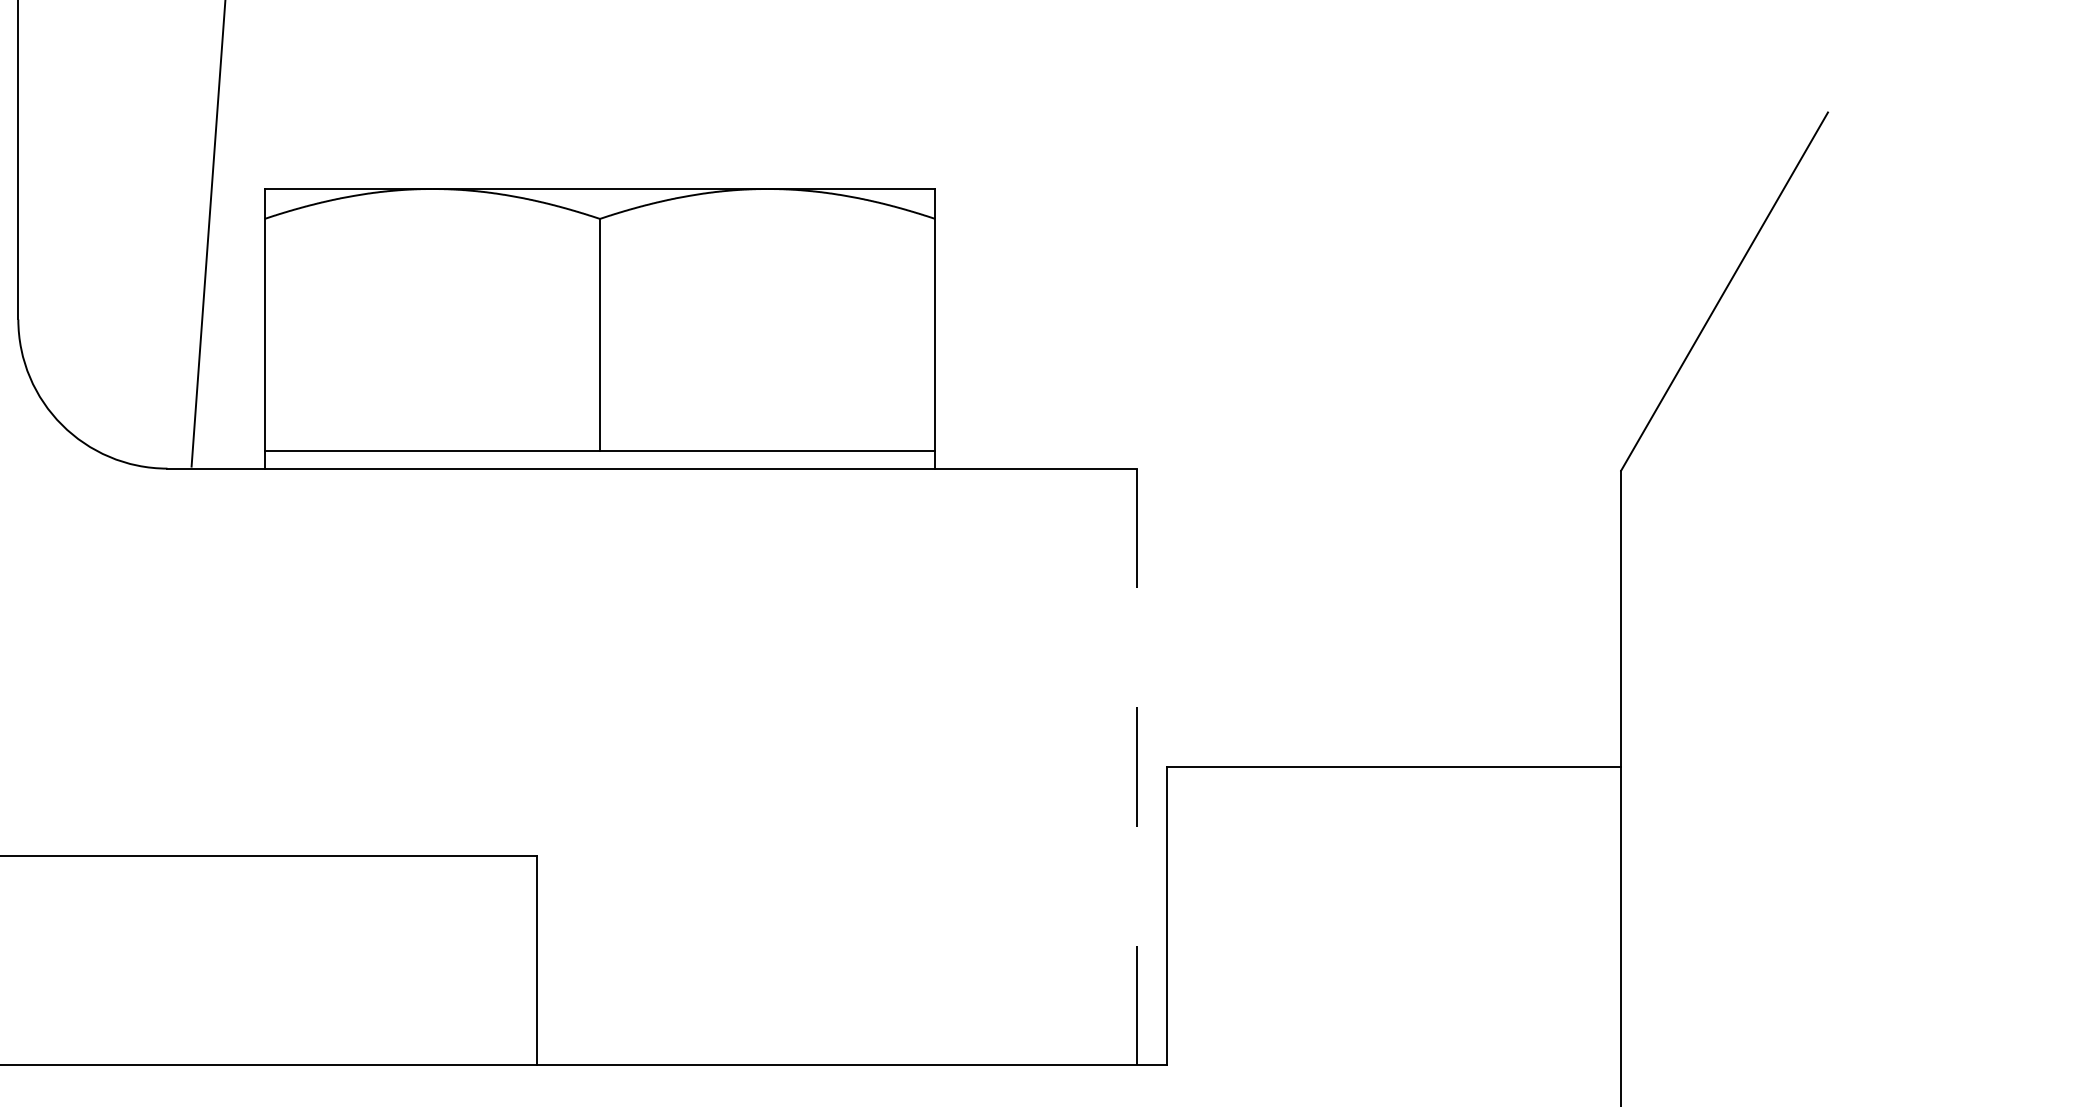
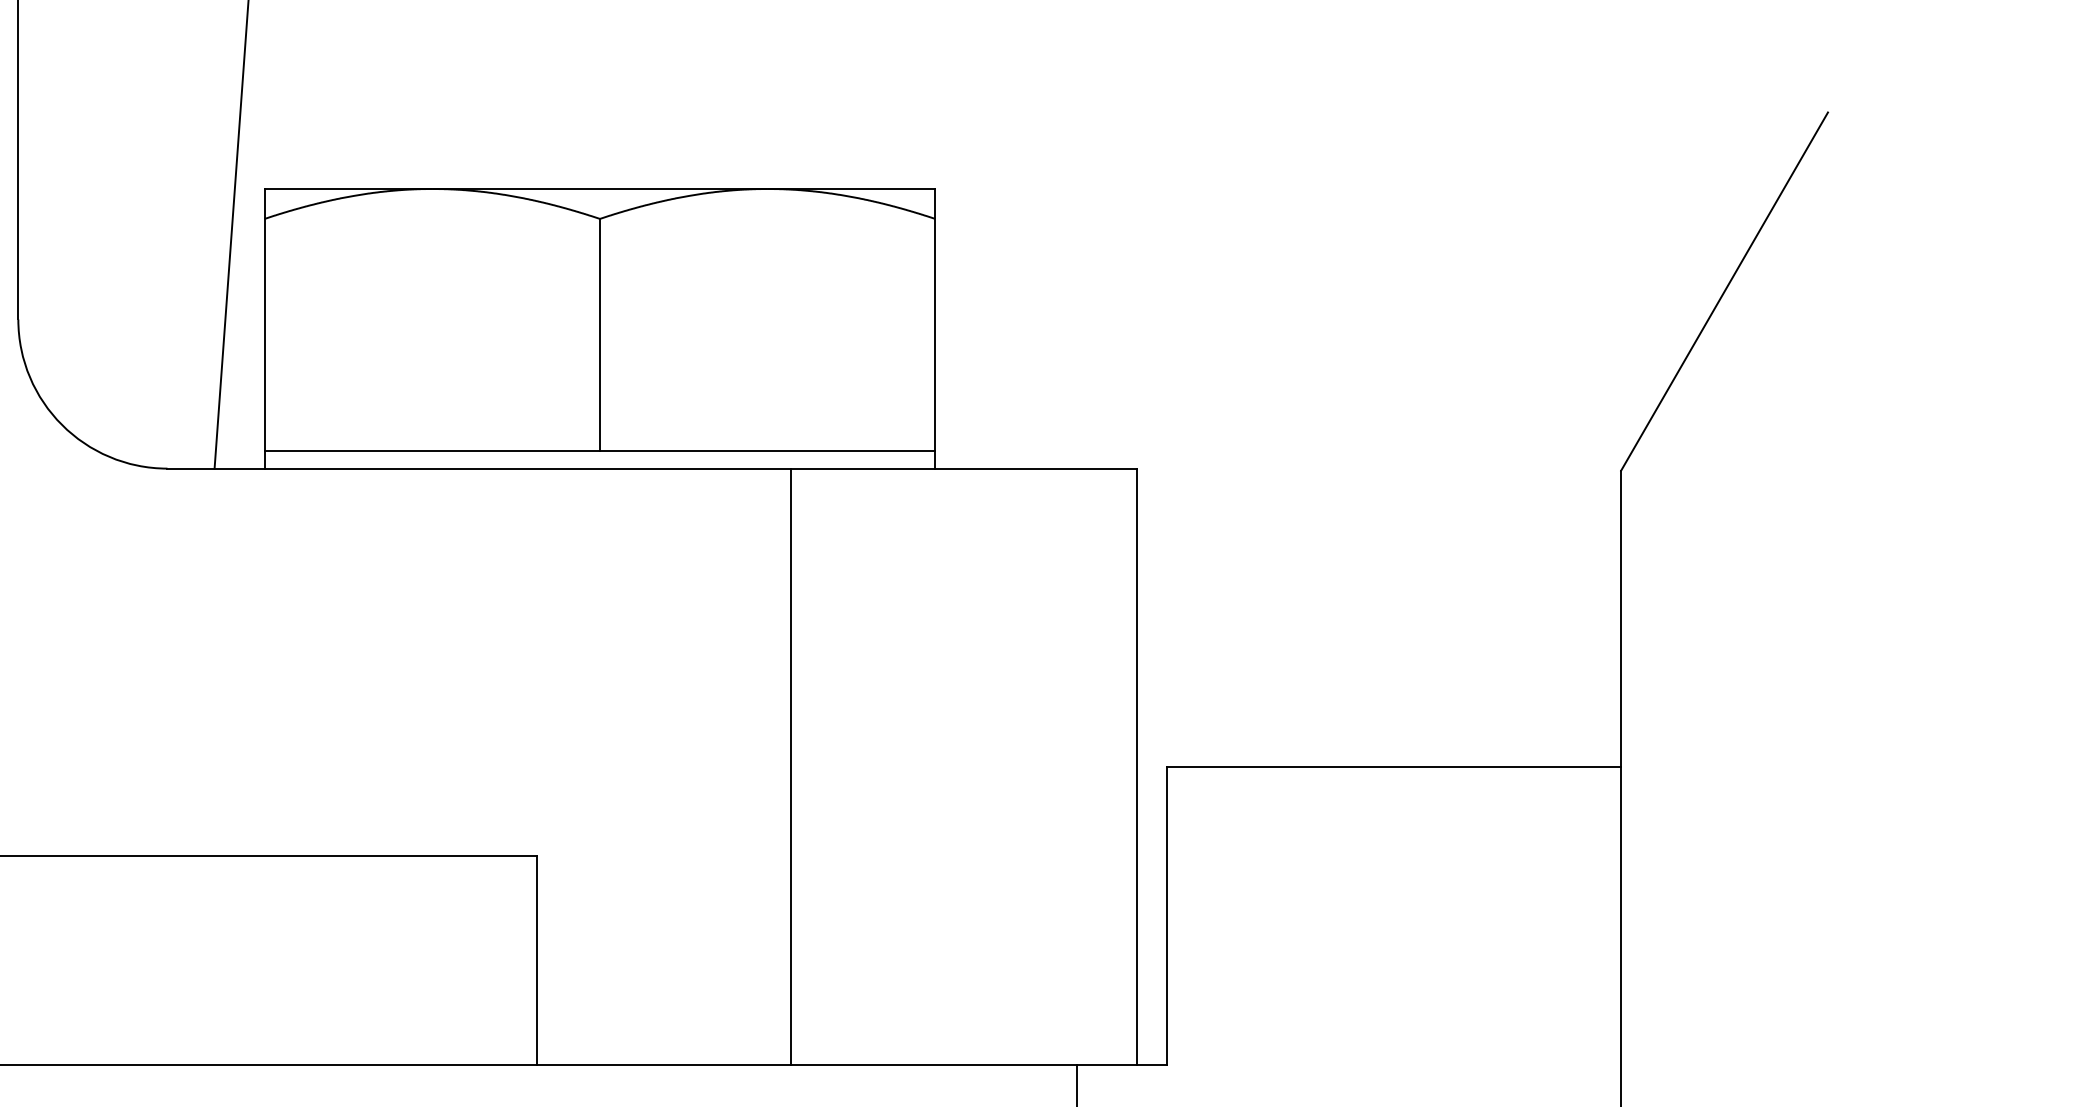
line at (208, 234) position: (208, 234) -> (231, 235)
line at (791, 766): none -> present
line at (1136, 766): dashed -> solid
line at (1077, 1084): none -> present
